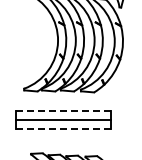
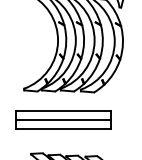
line at (63, 111): dashed -> solid
line at (63, 129): dashed -> solid
